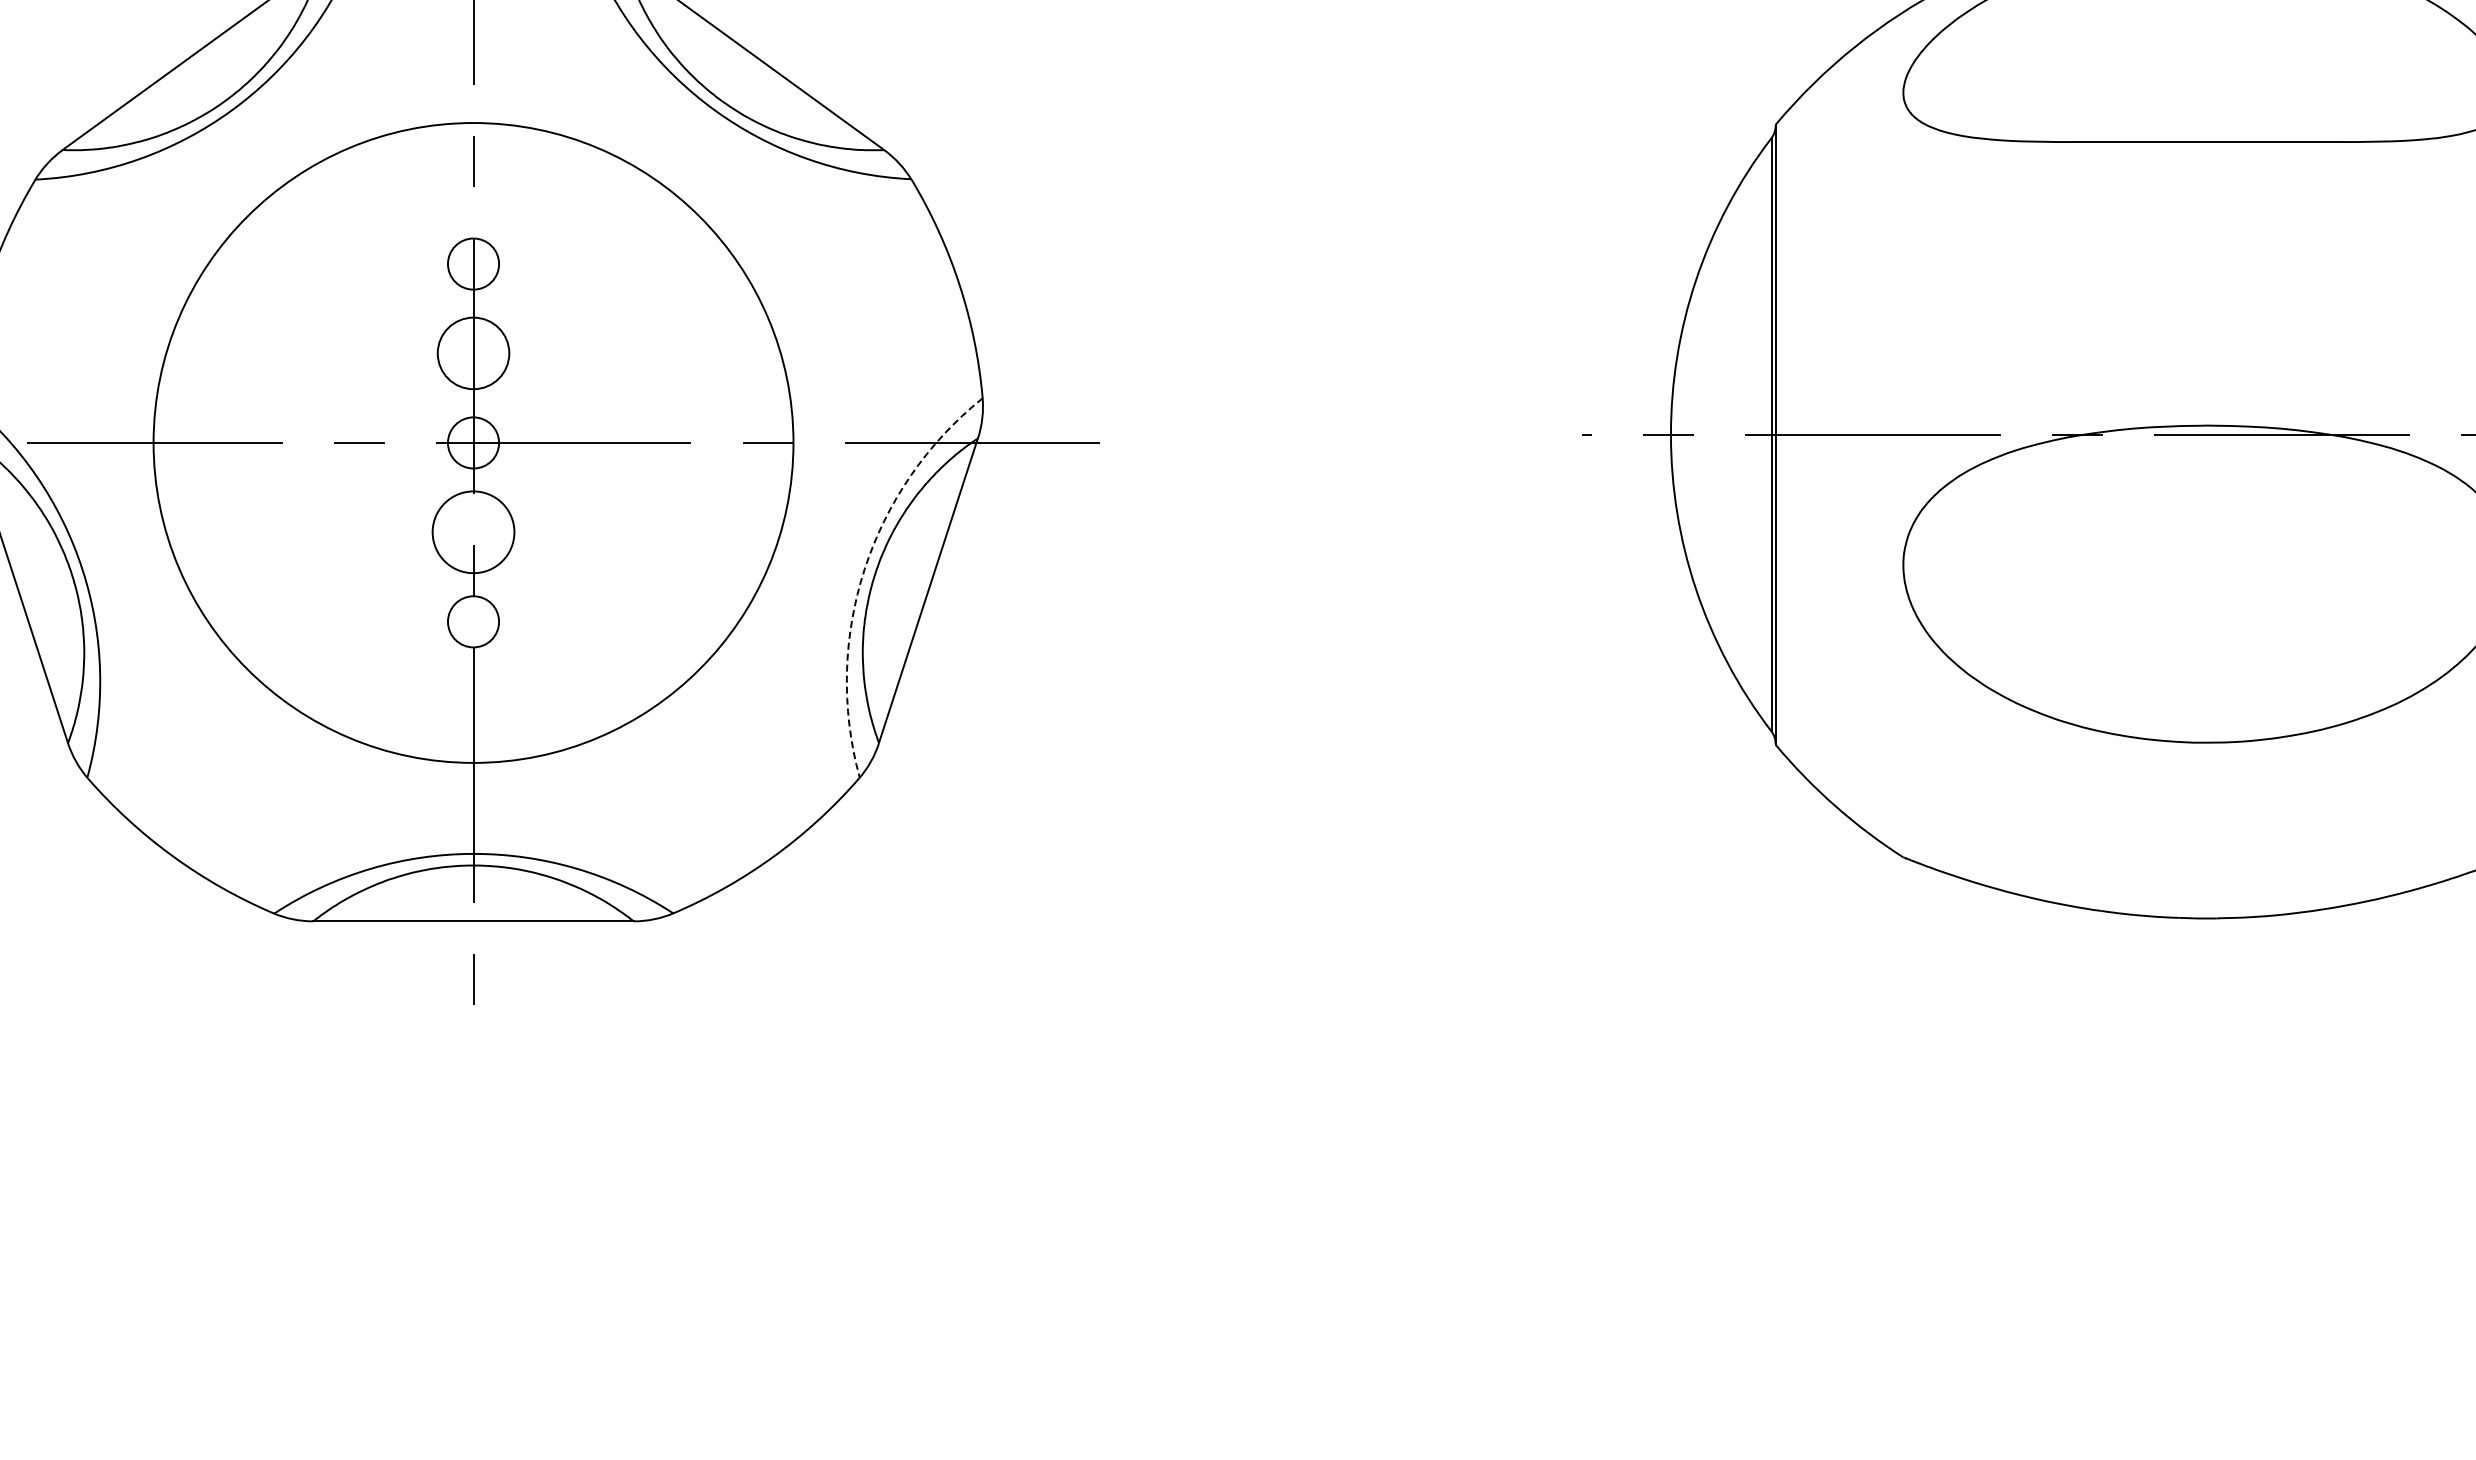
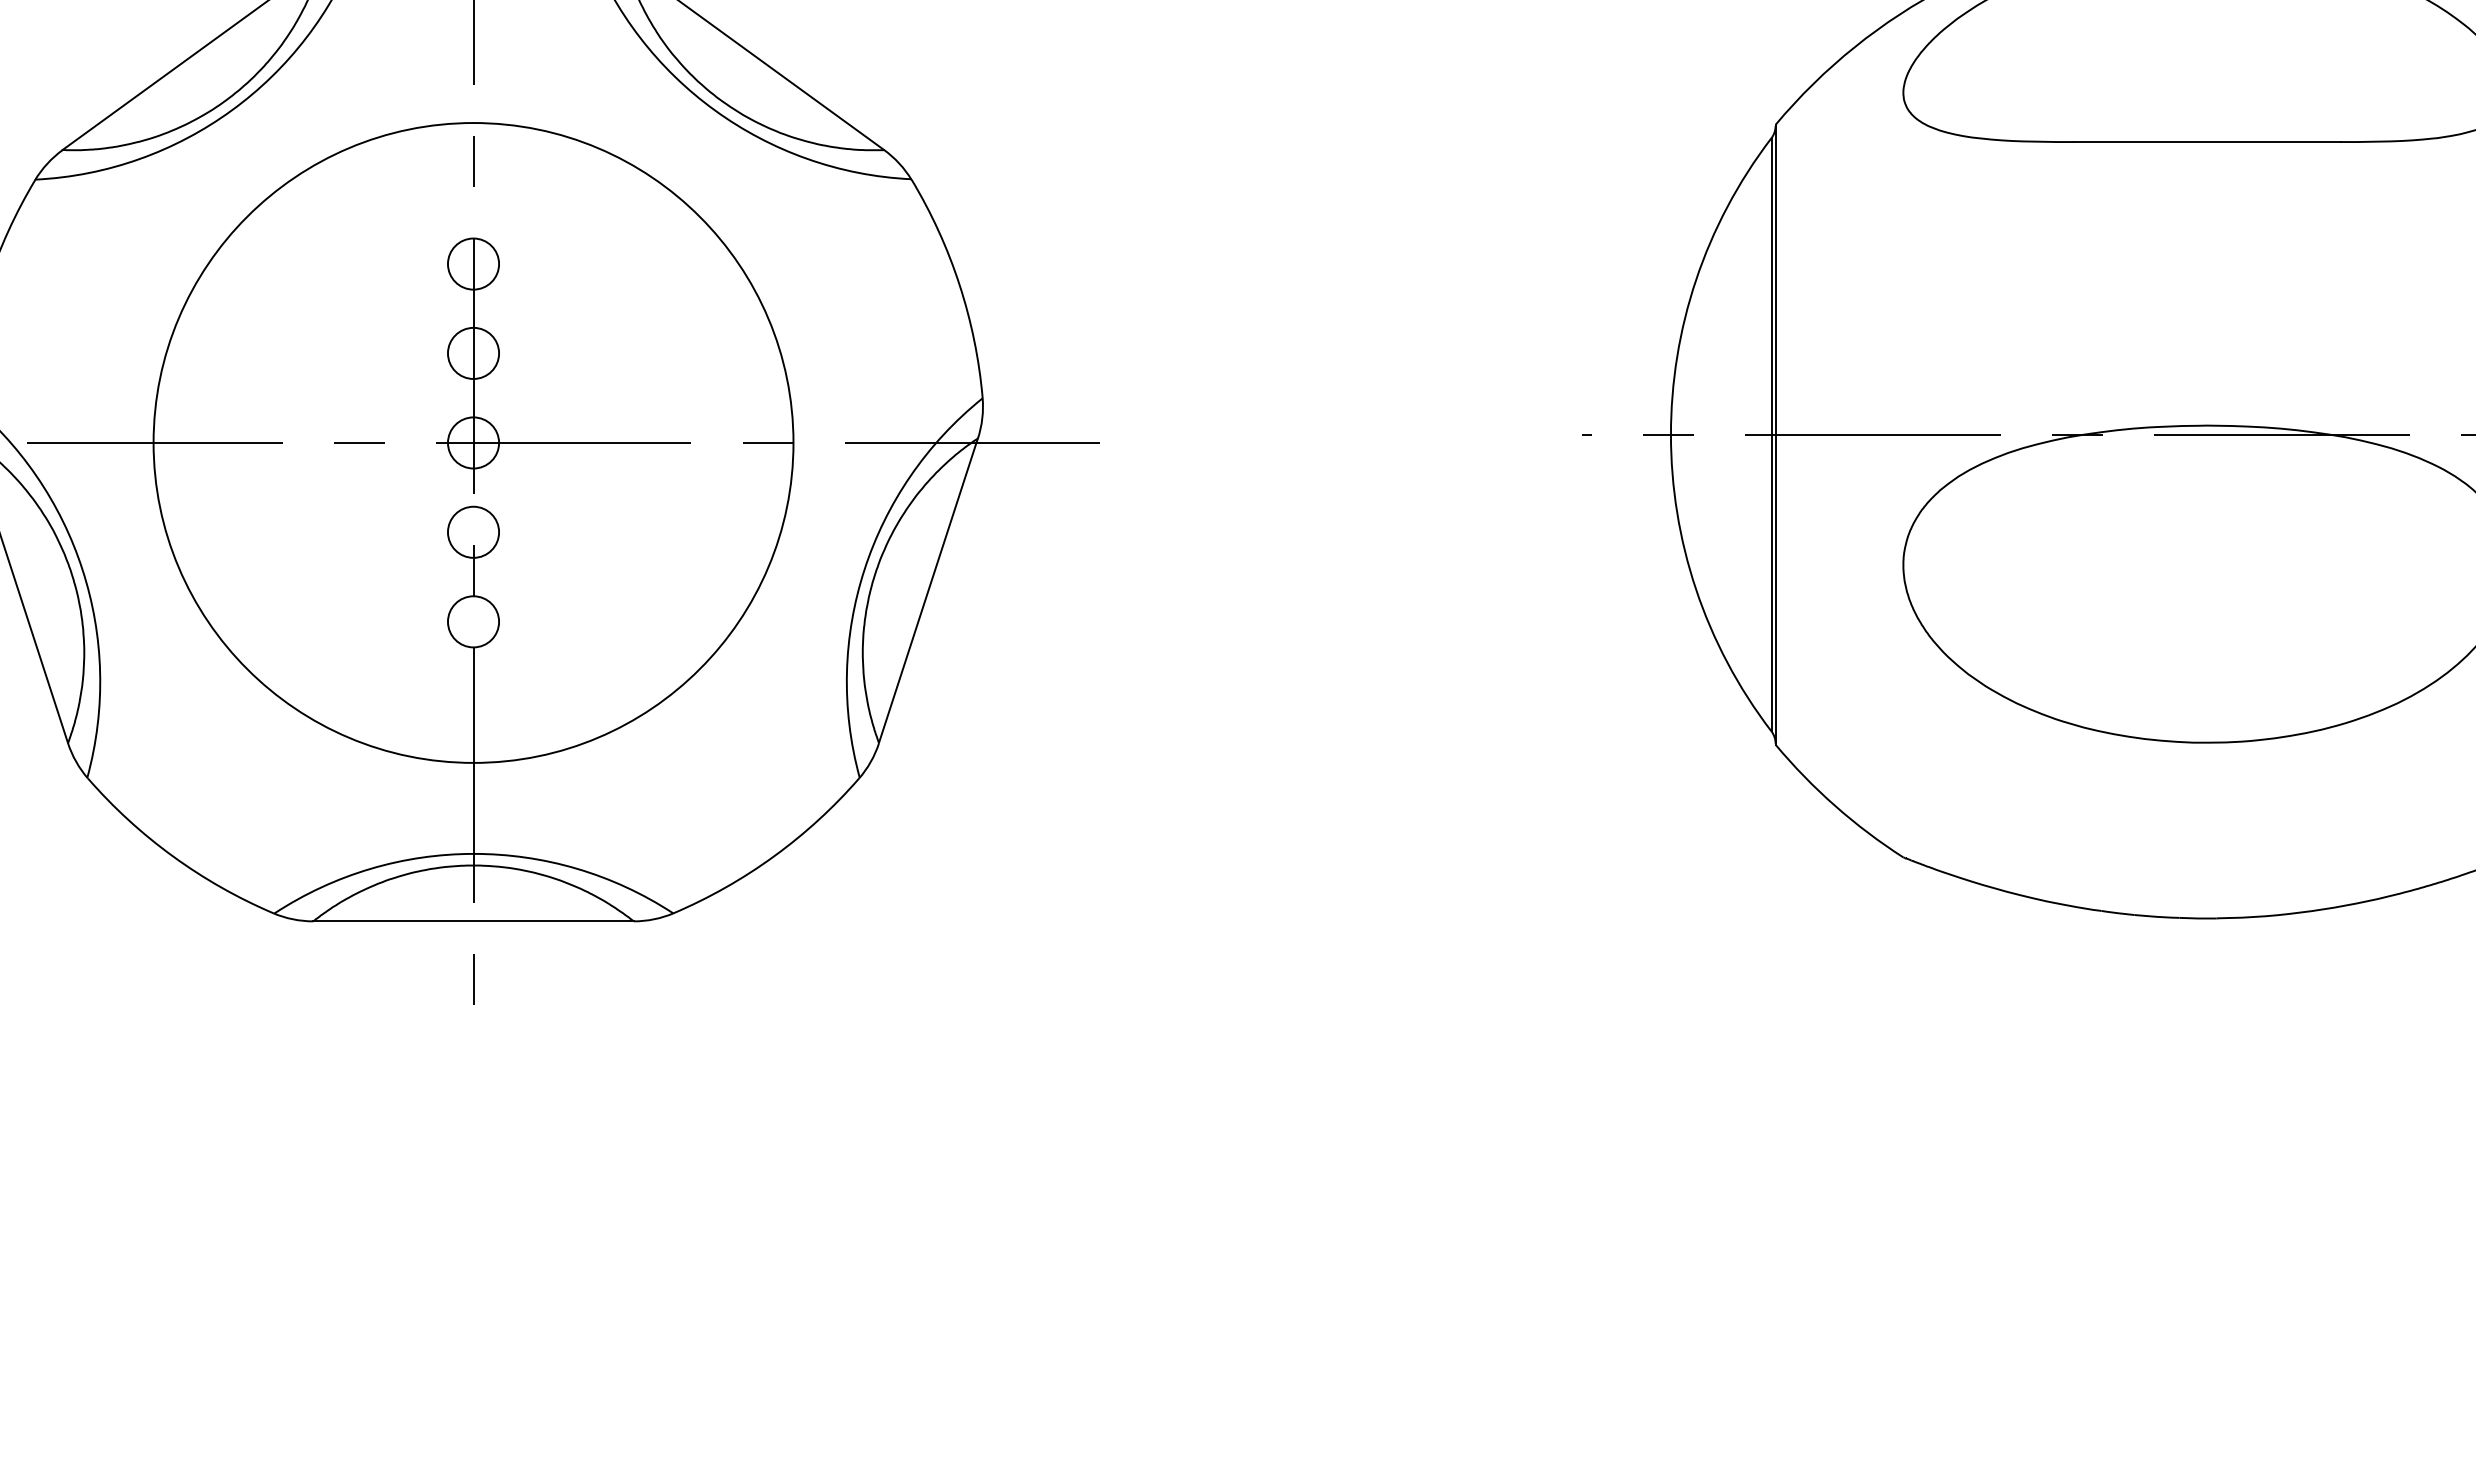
circle at (473, 353) diameter: 72 px -> 51 px
circle at (473, 532) diameter: 82 px -> 51 px
arc at (864, 569): dashed -> solid
